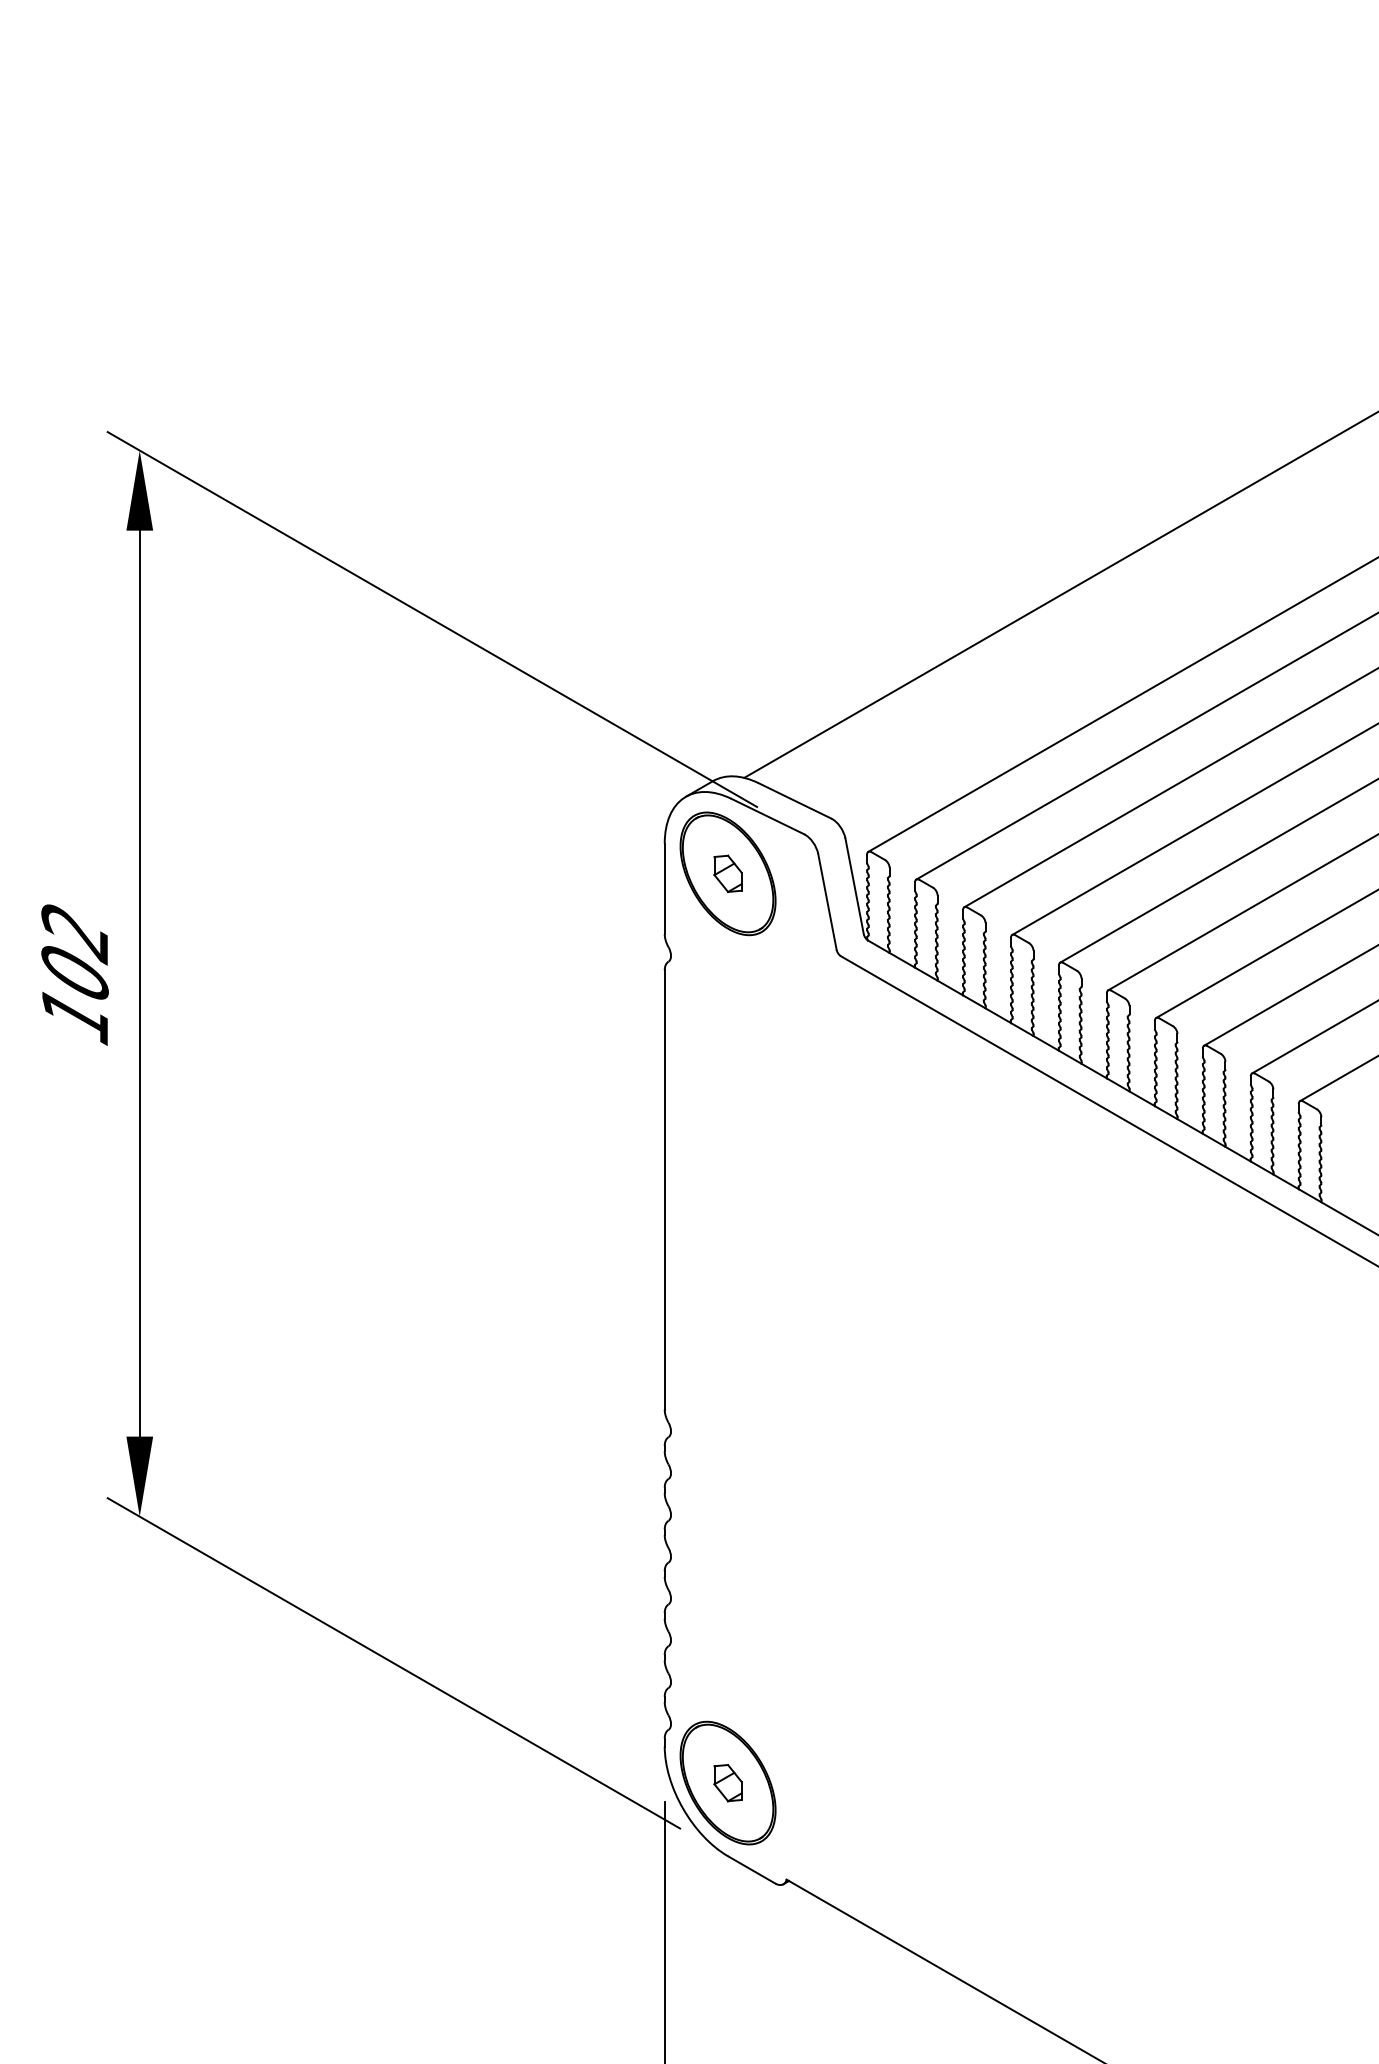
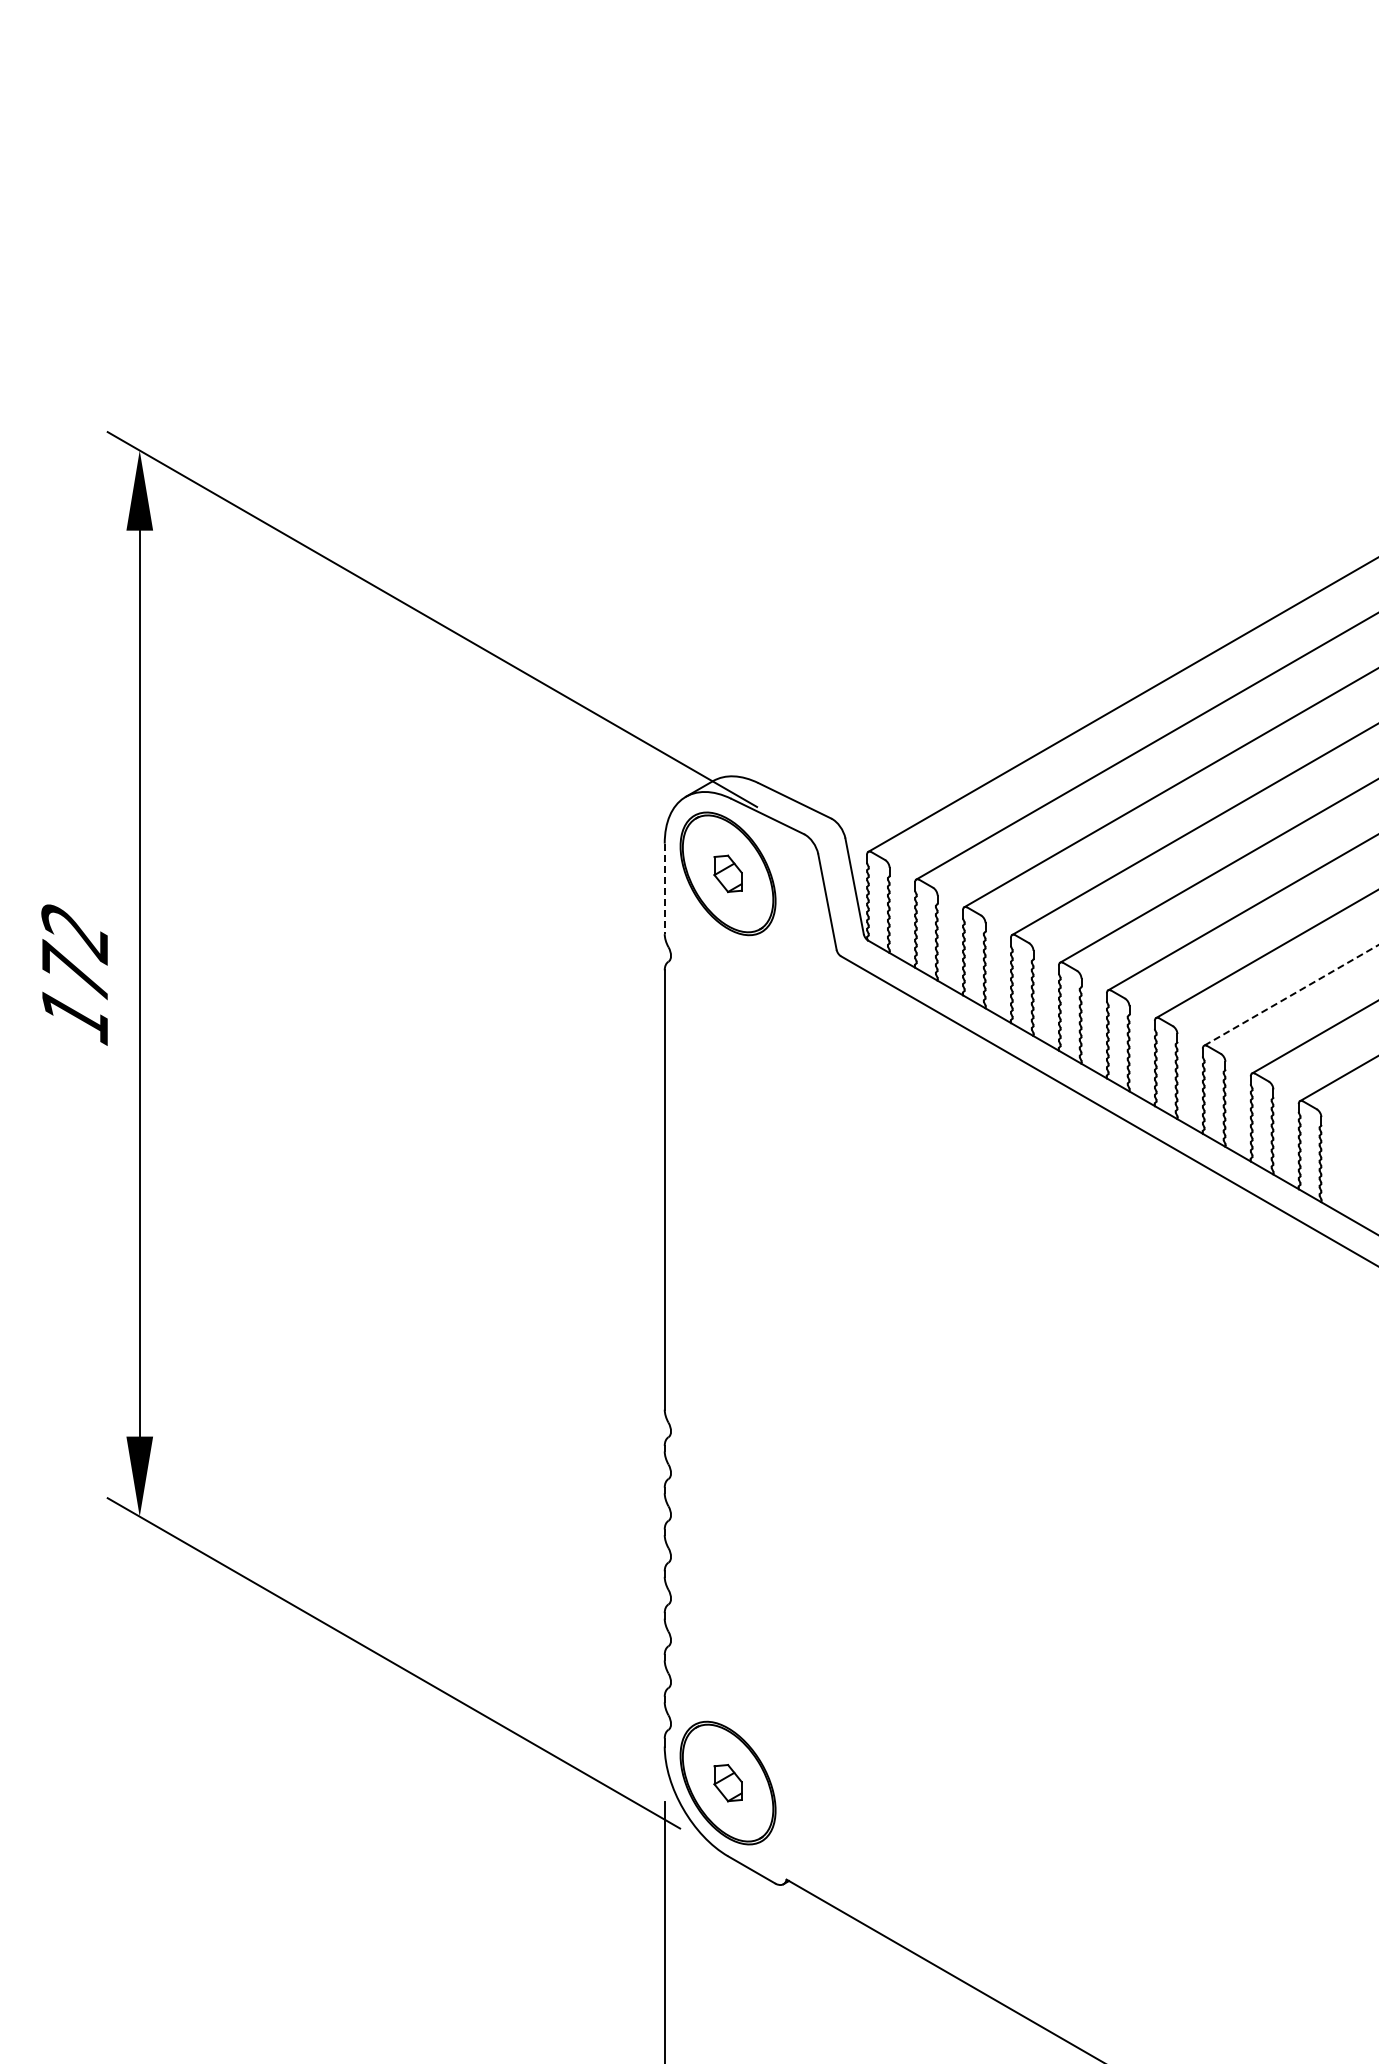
line at (1059, 595): present -> none
line at (664, 889): solid -> dashed
text at (74, 969): 102 -> 172
line at (1291, 995): solid -> dashed
